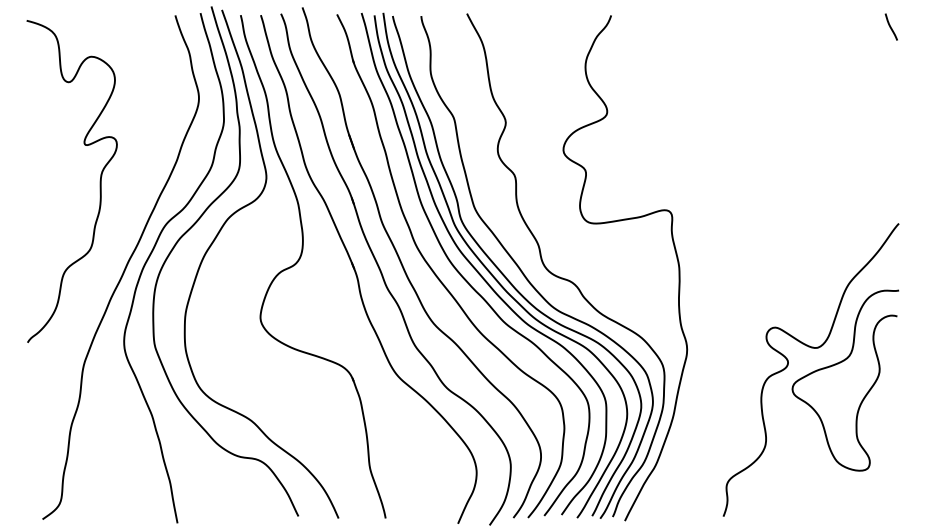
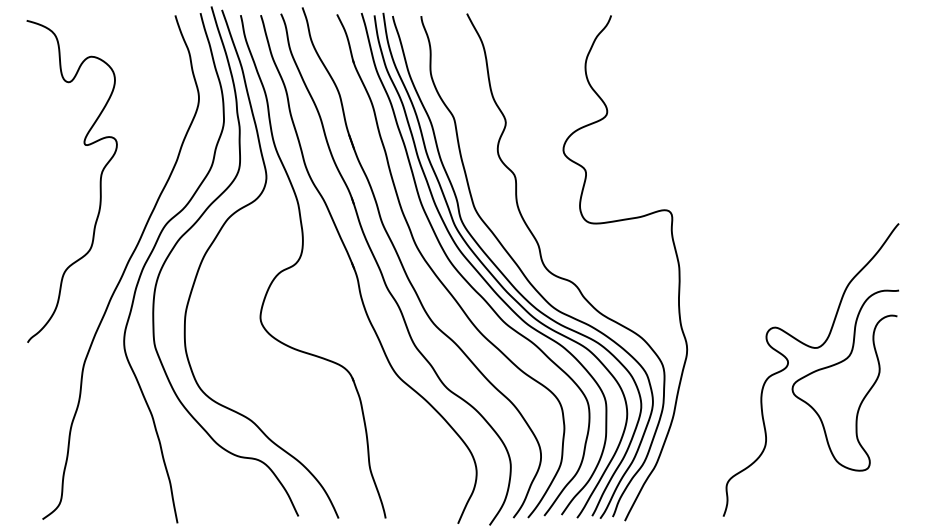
curve at (890, 26): present -> none
